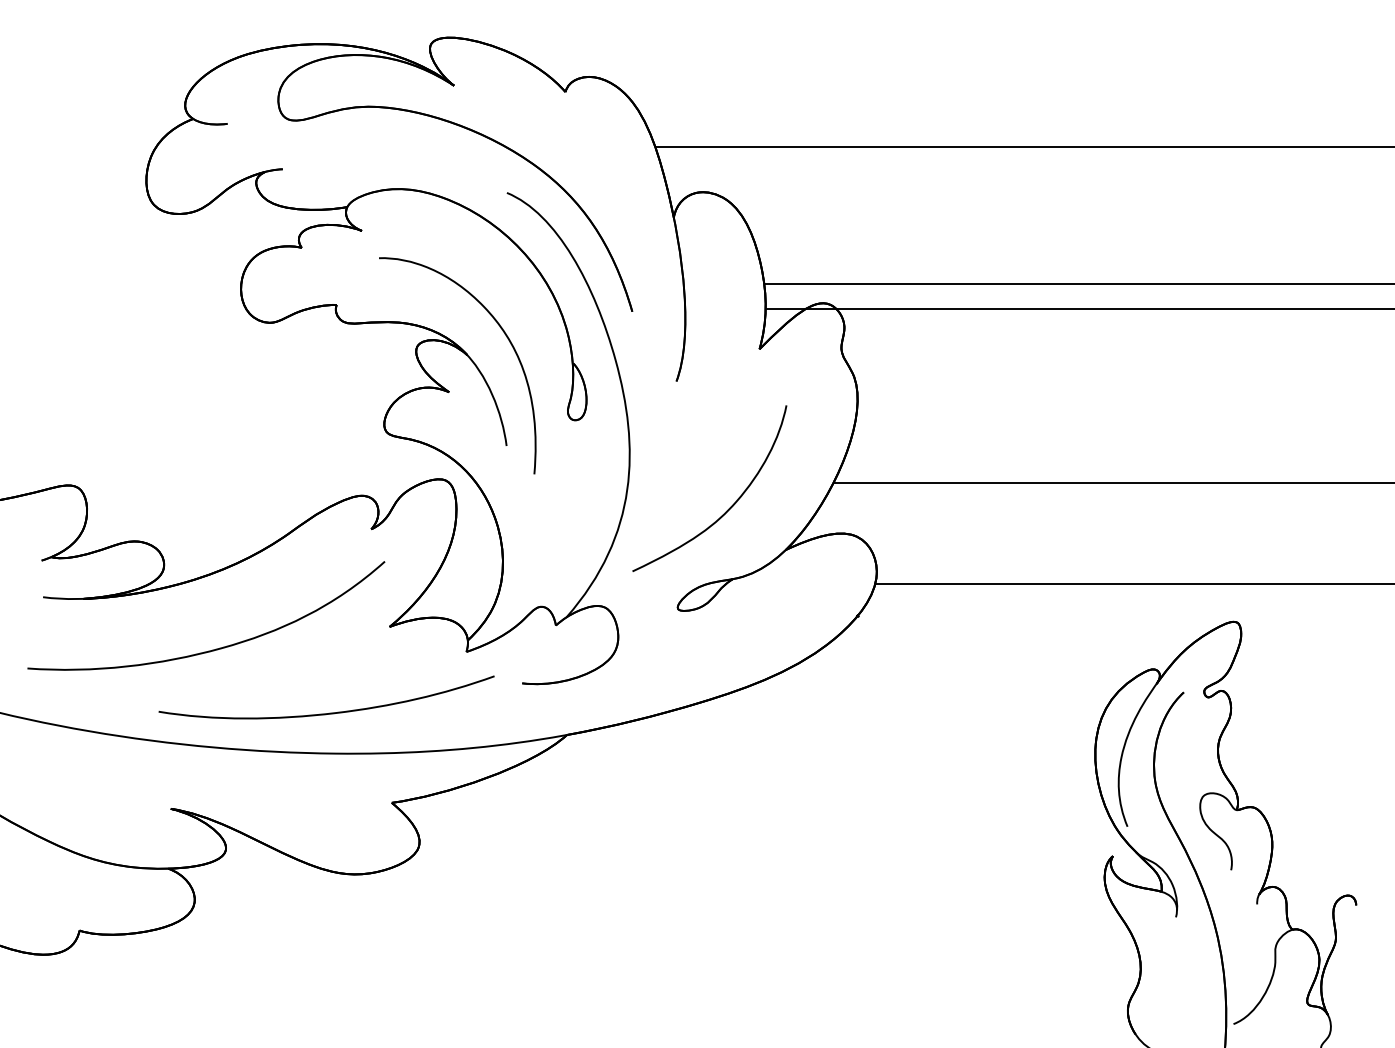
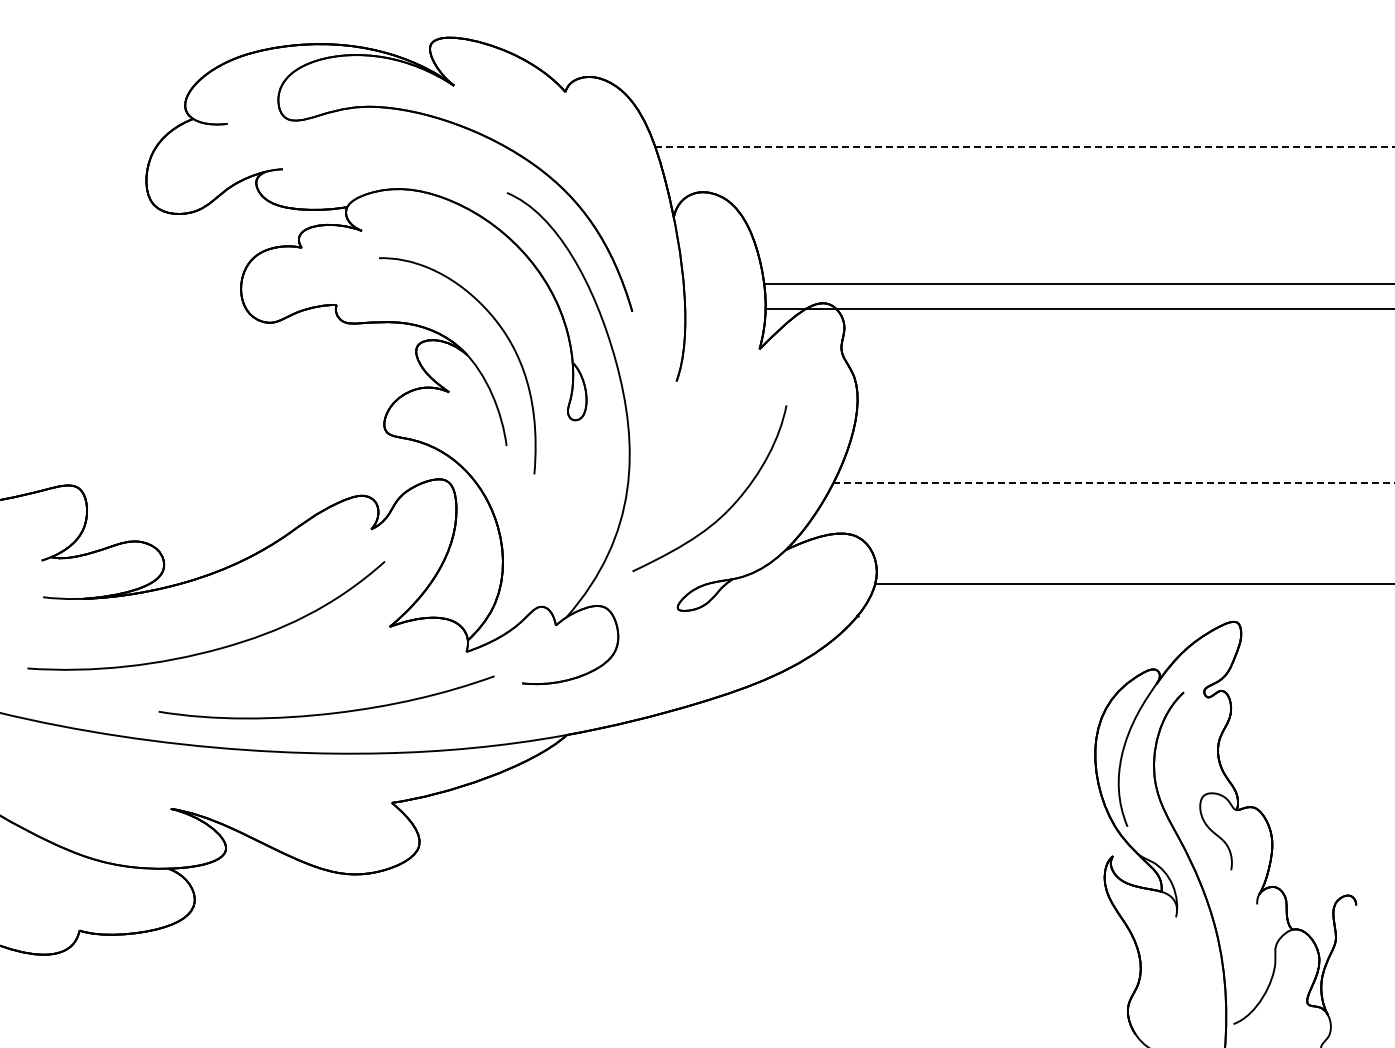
line at (1025, 147): solid -> dashed
line at (1114, 483): solid -> dashed
